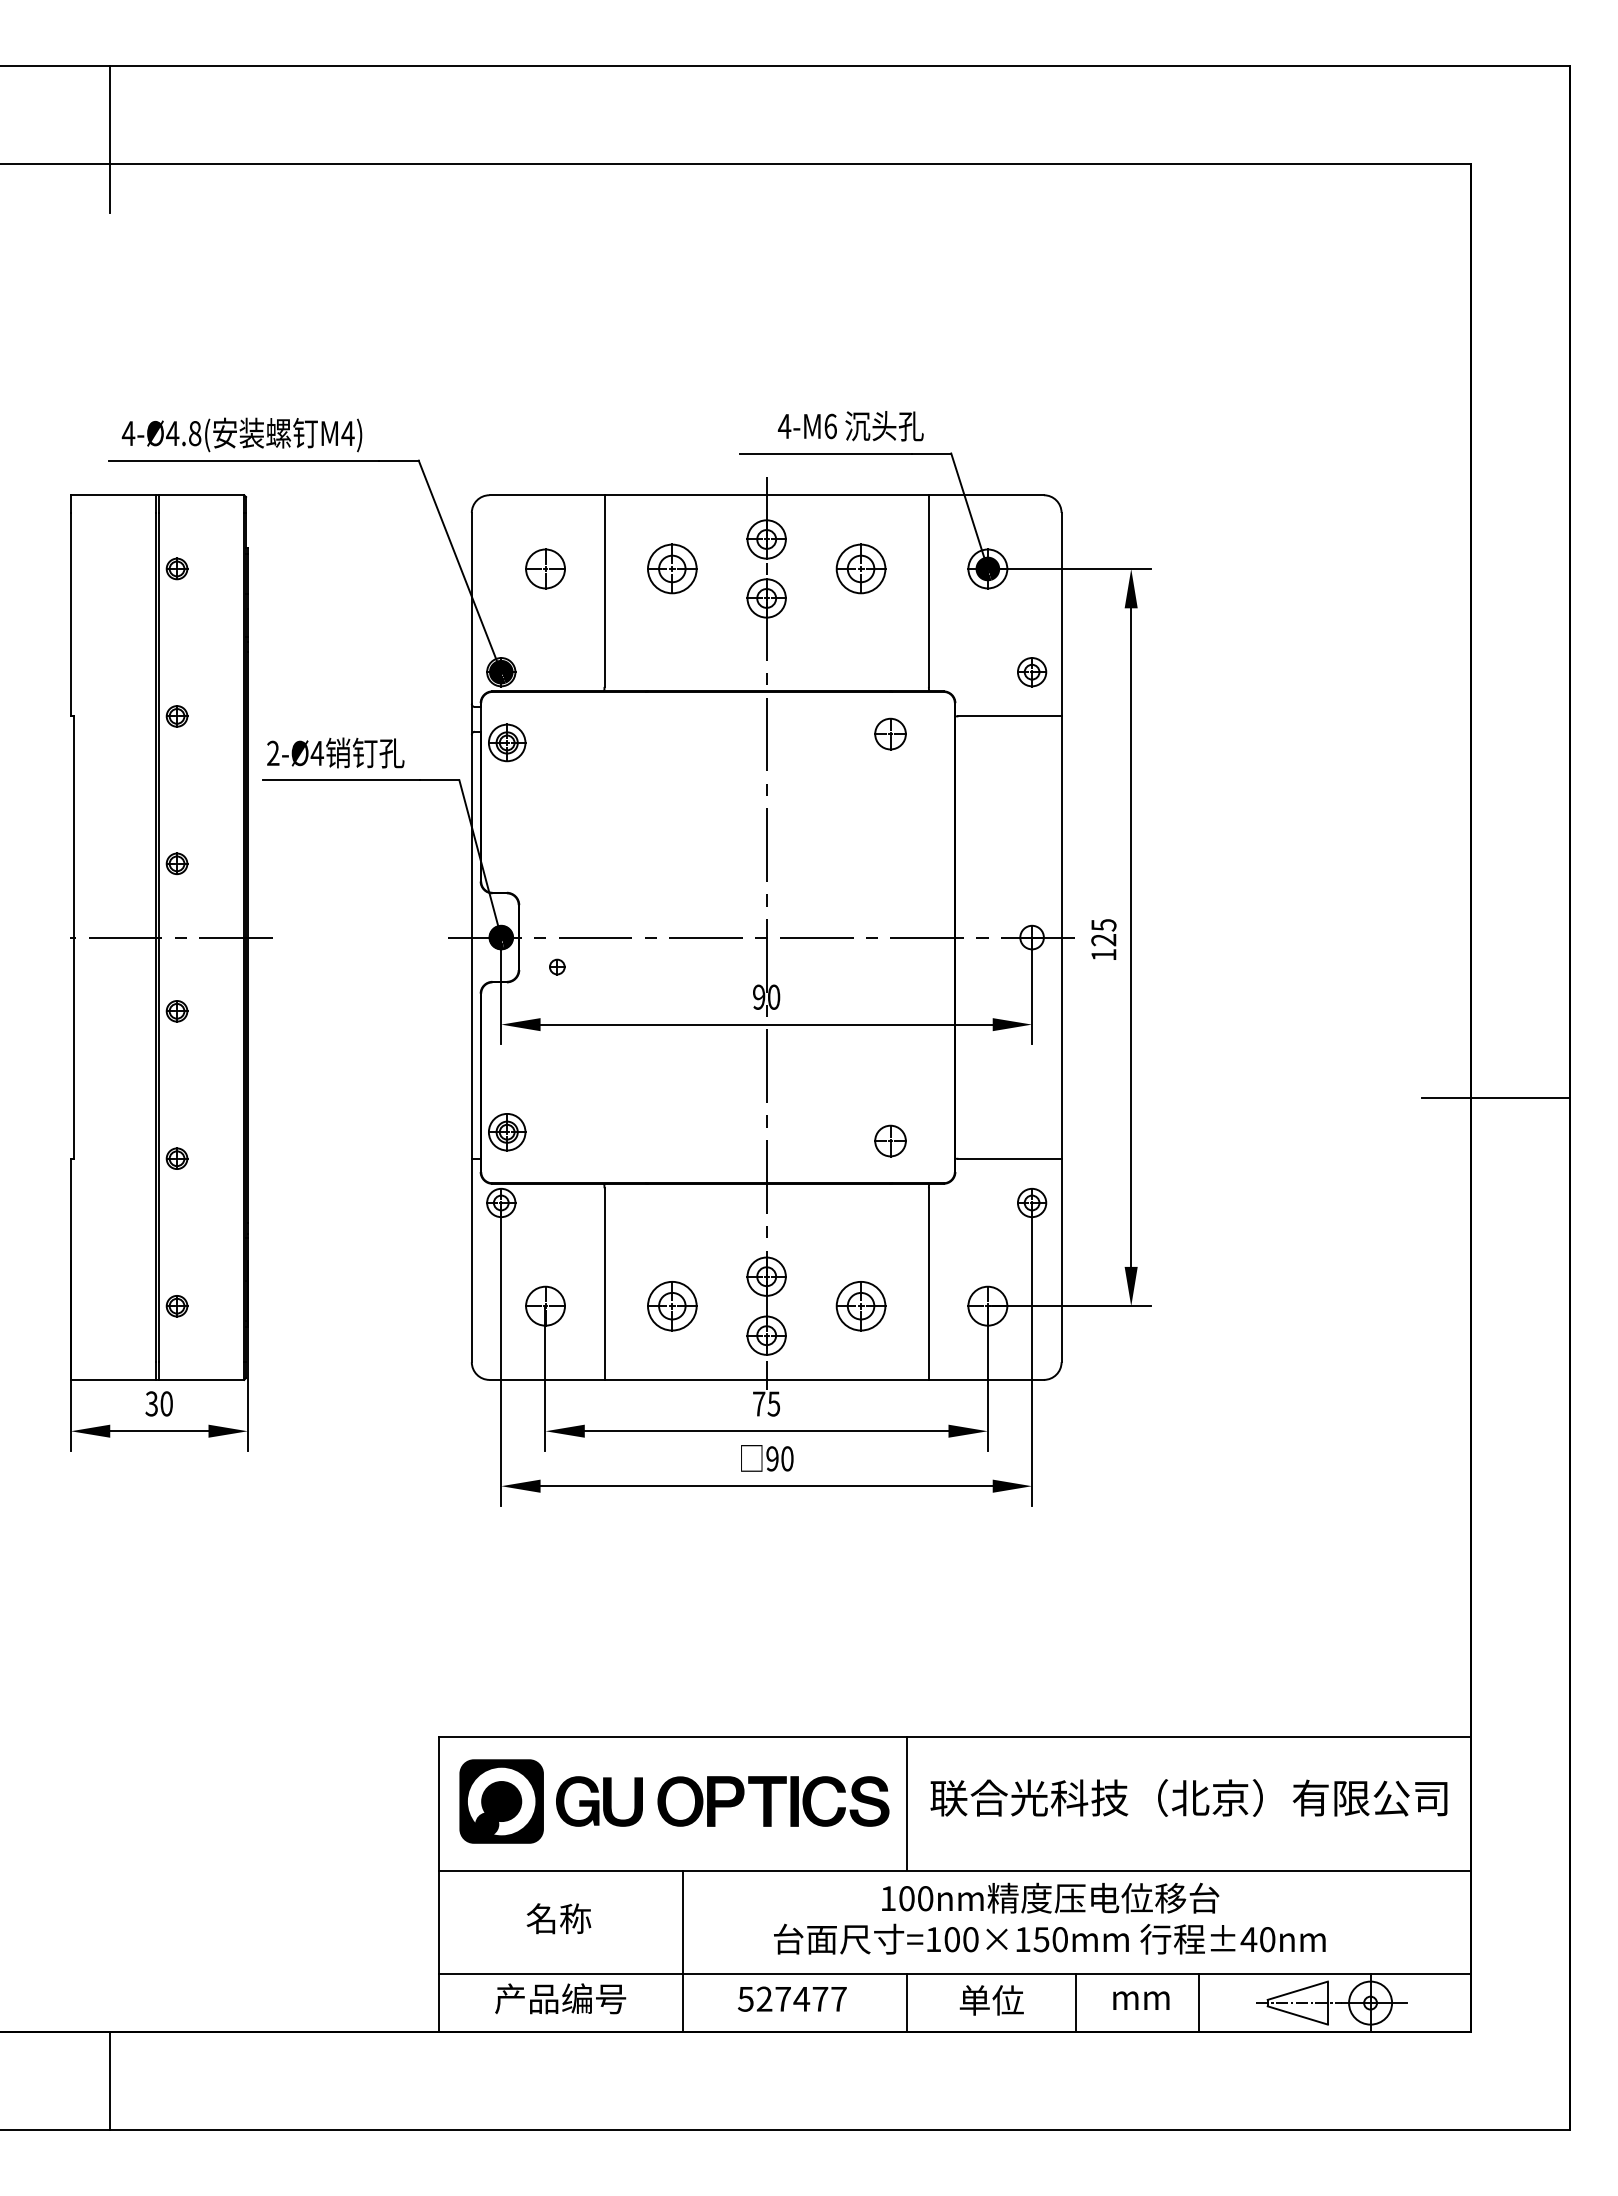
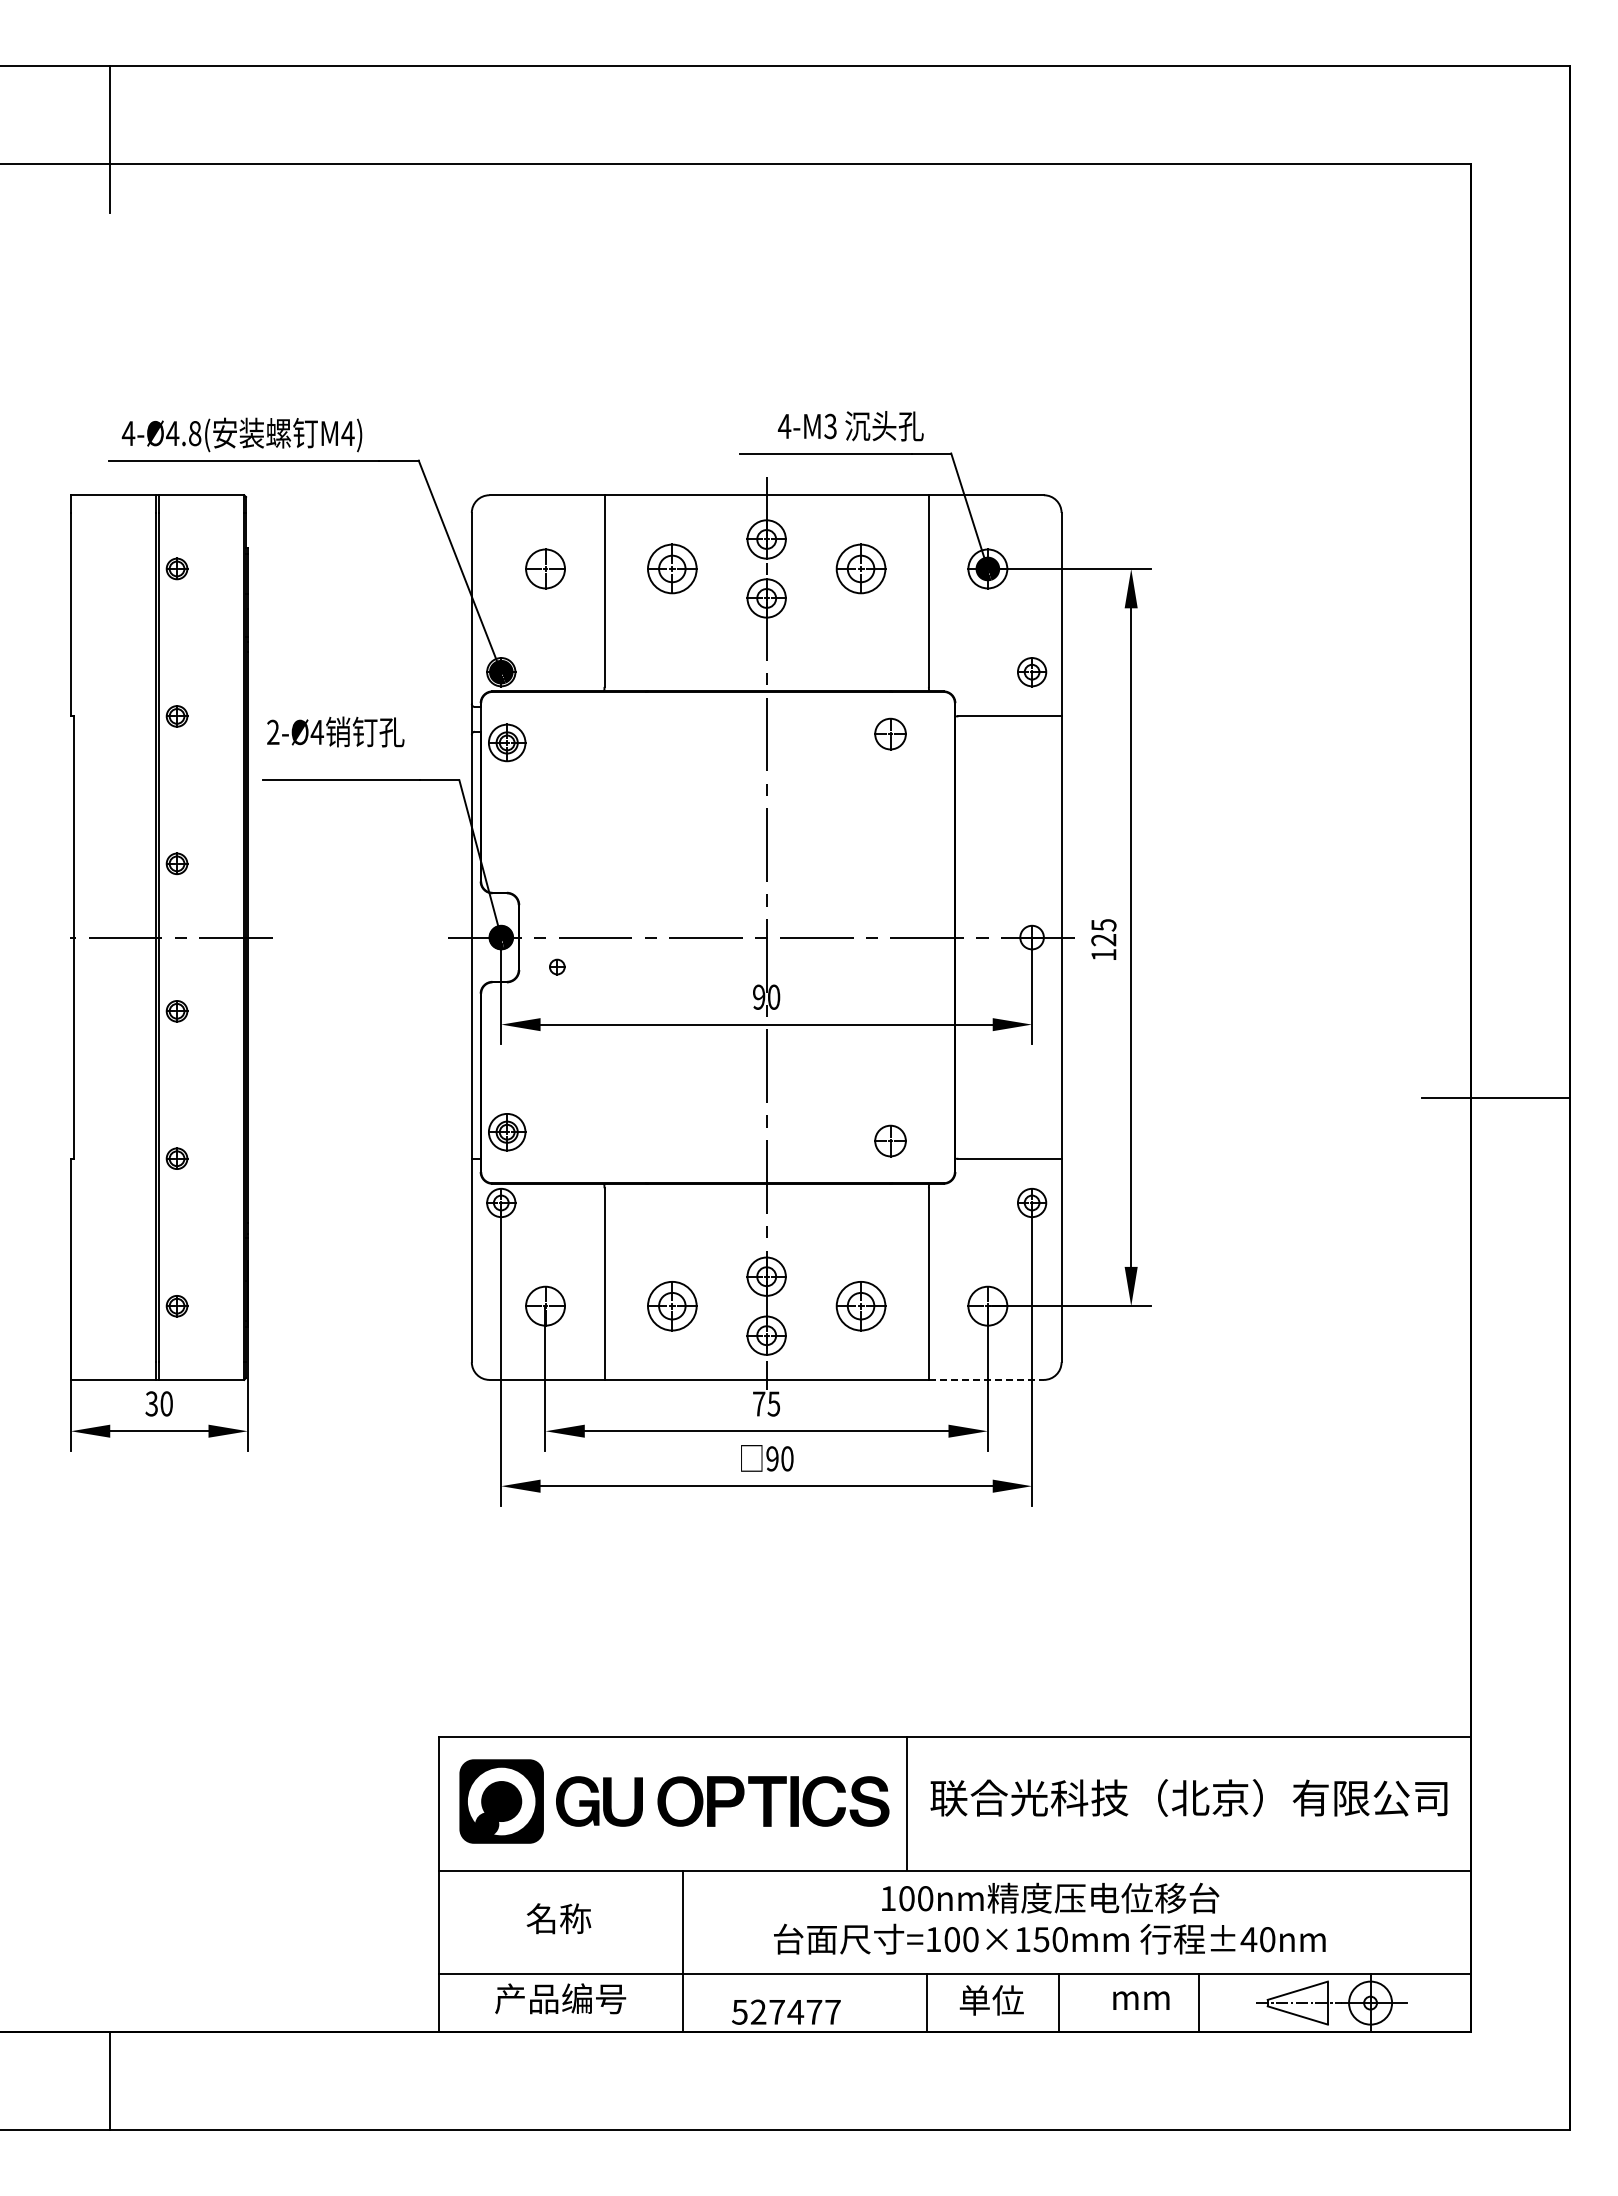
text at (830, 426): 4-M6 -> 4-M3
text at (335, 752) position: (335, 752) -> (335, 731)
line at (986, 1379): solid -> dashed
text at (792, 1998) position: (792, 1998) -> (786, 2011)
line at (907, 2002) position: (907, 2002) -> (927, 2002)
line at (1075, 2002) position: (1075, 2002) -> (1058, 2002)
